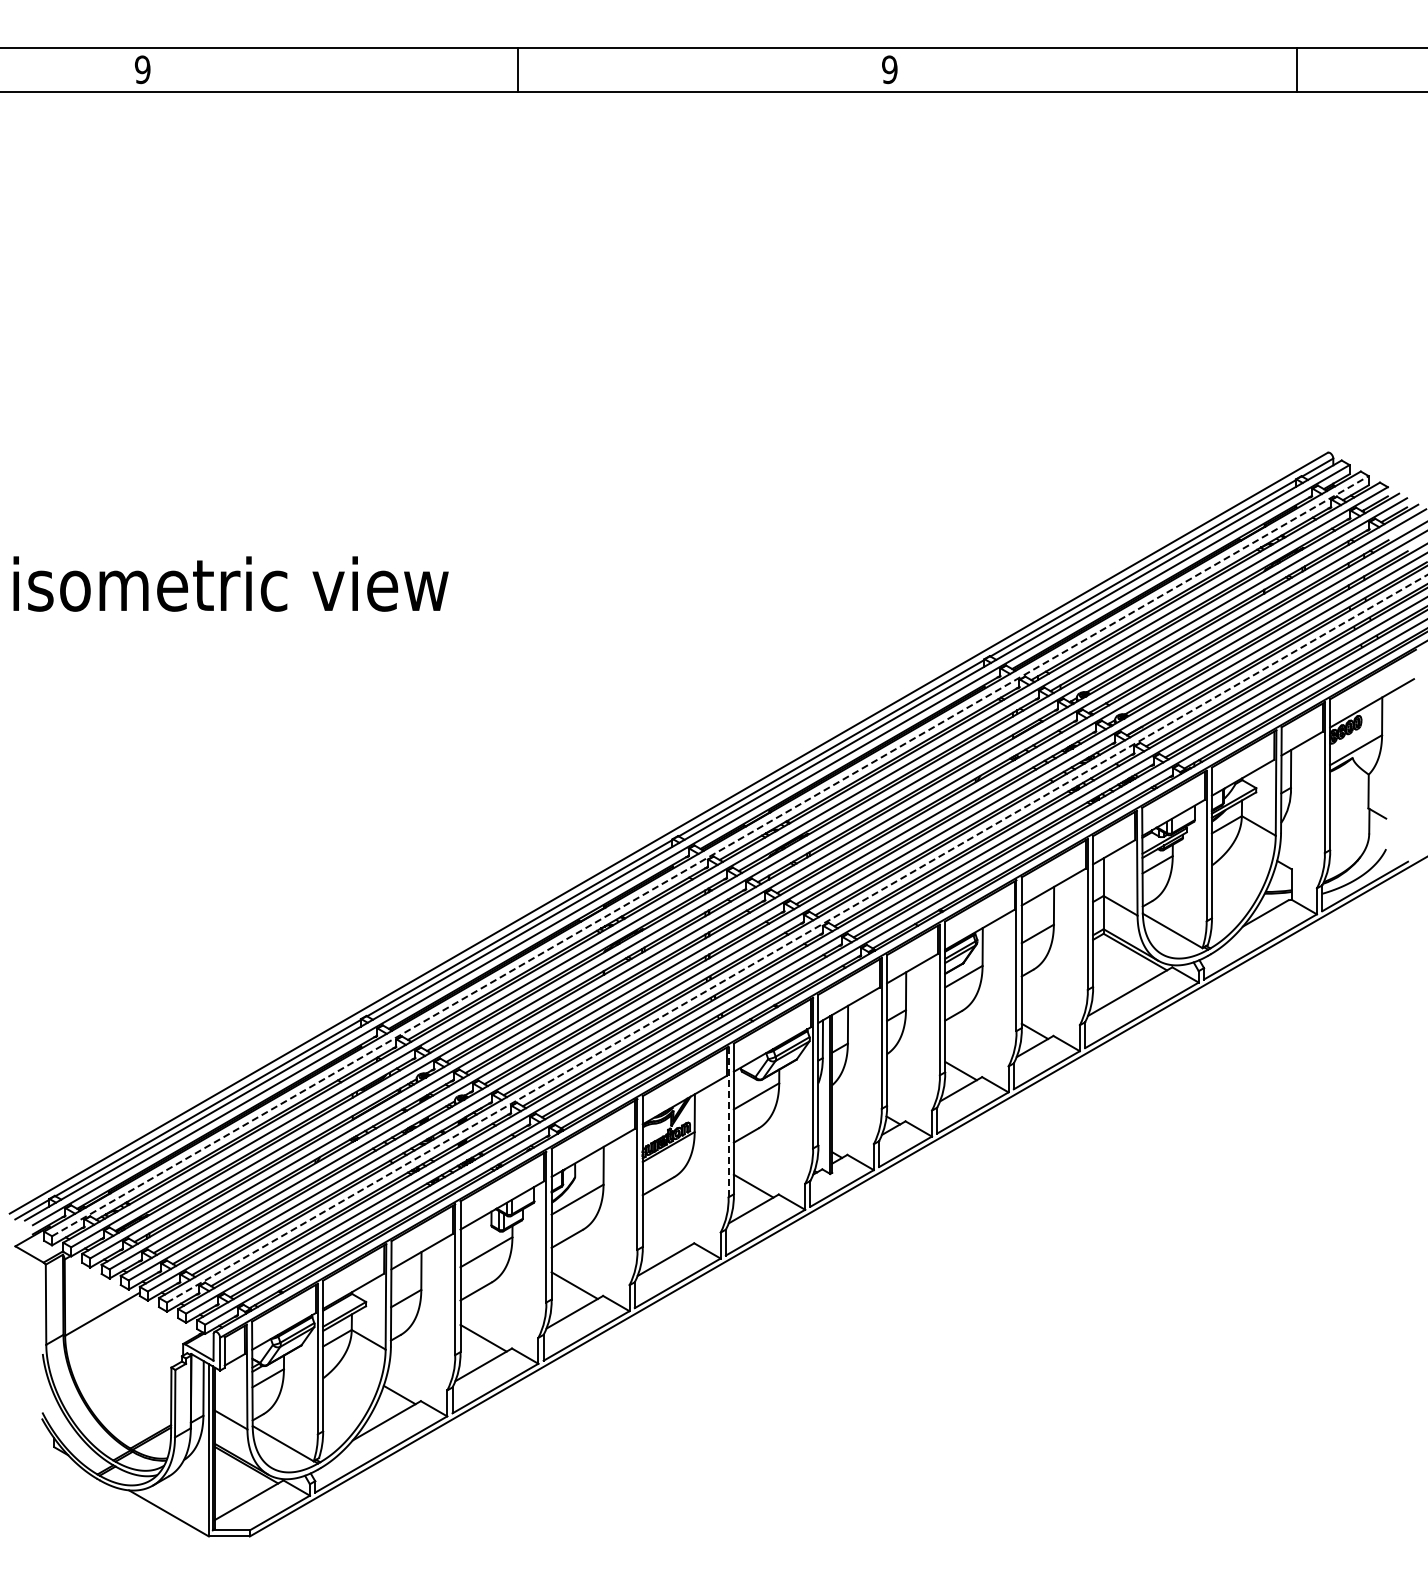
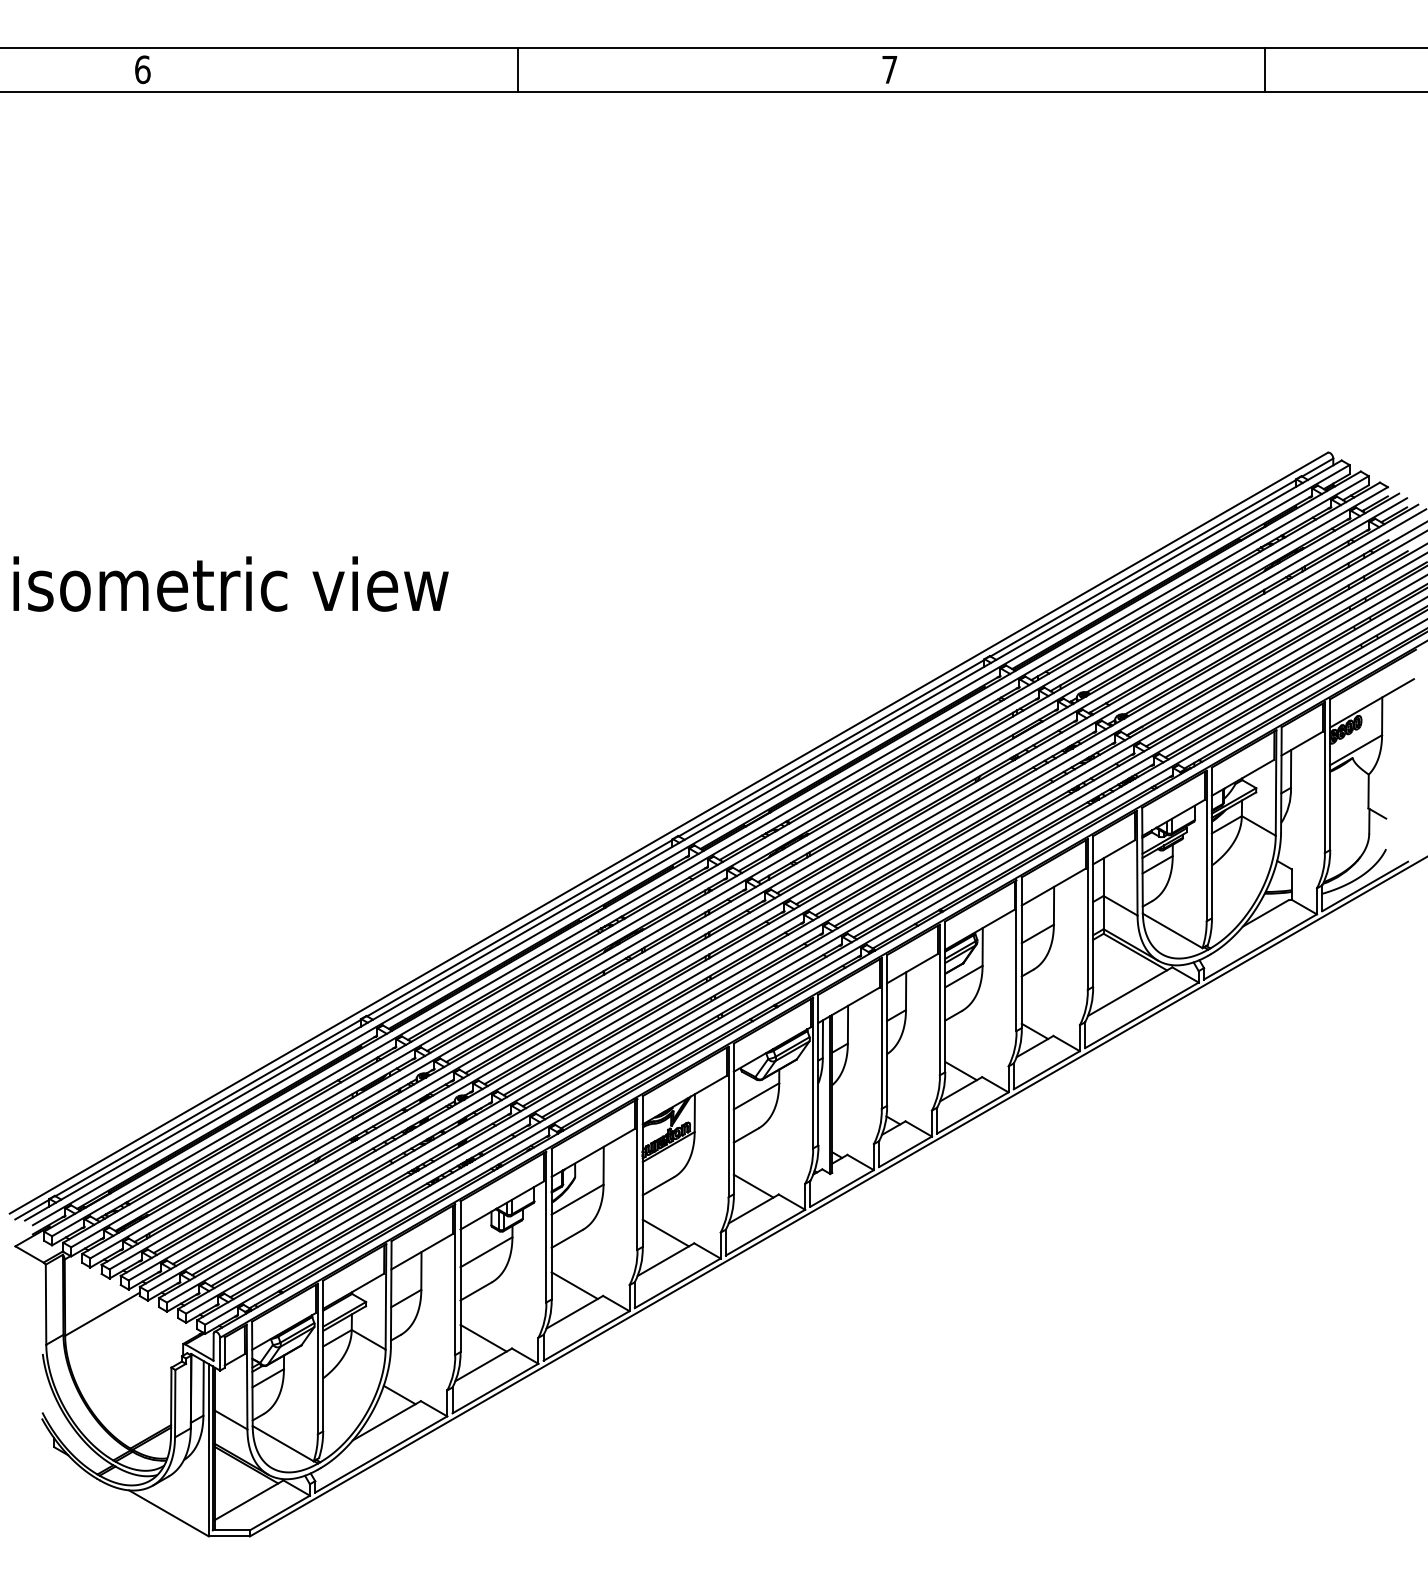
text at (142, 69): 9 -> 6
text at (889, 69): 9 -> 7
line at (1297, 69) position: (1297, 69) -> (1265, 69)
line at (710, 855): dashed -> solid
line at (797, 938): dashed -> solid
line at (728, 1122): dashed -> solid
line at (665, 1232): none -> present
